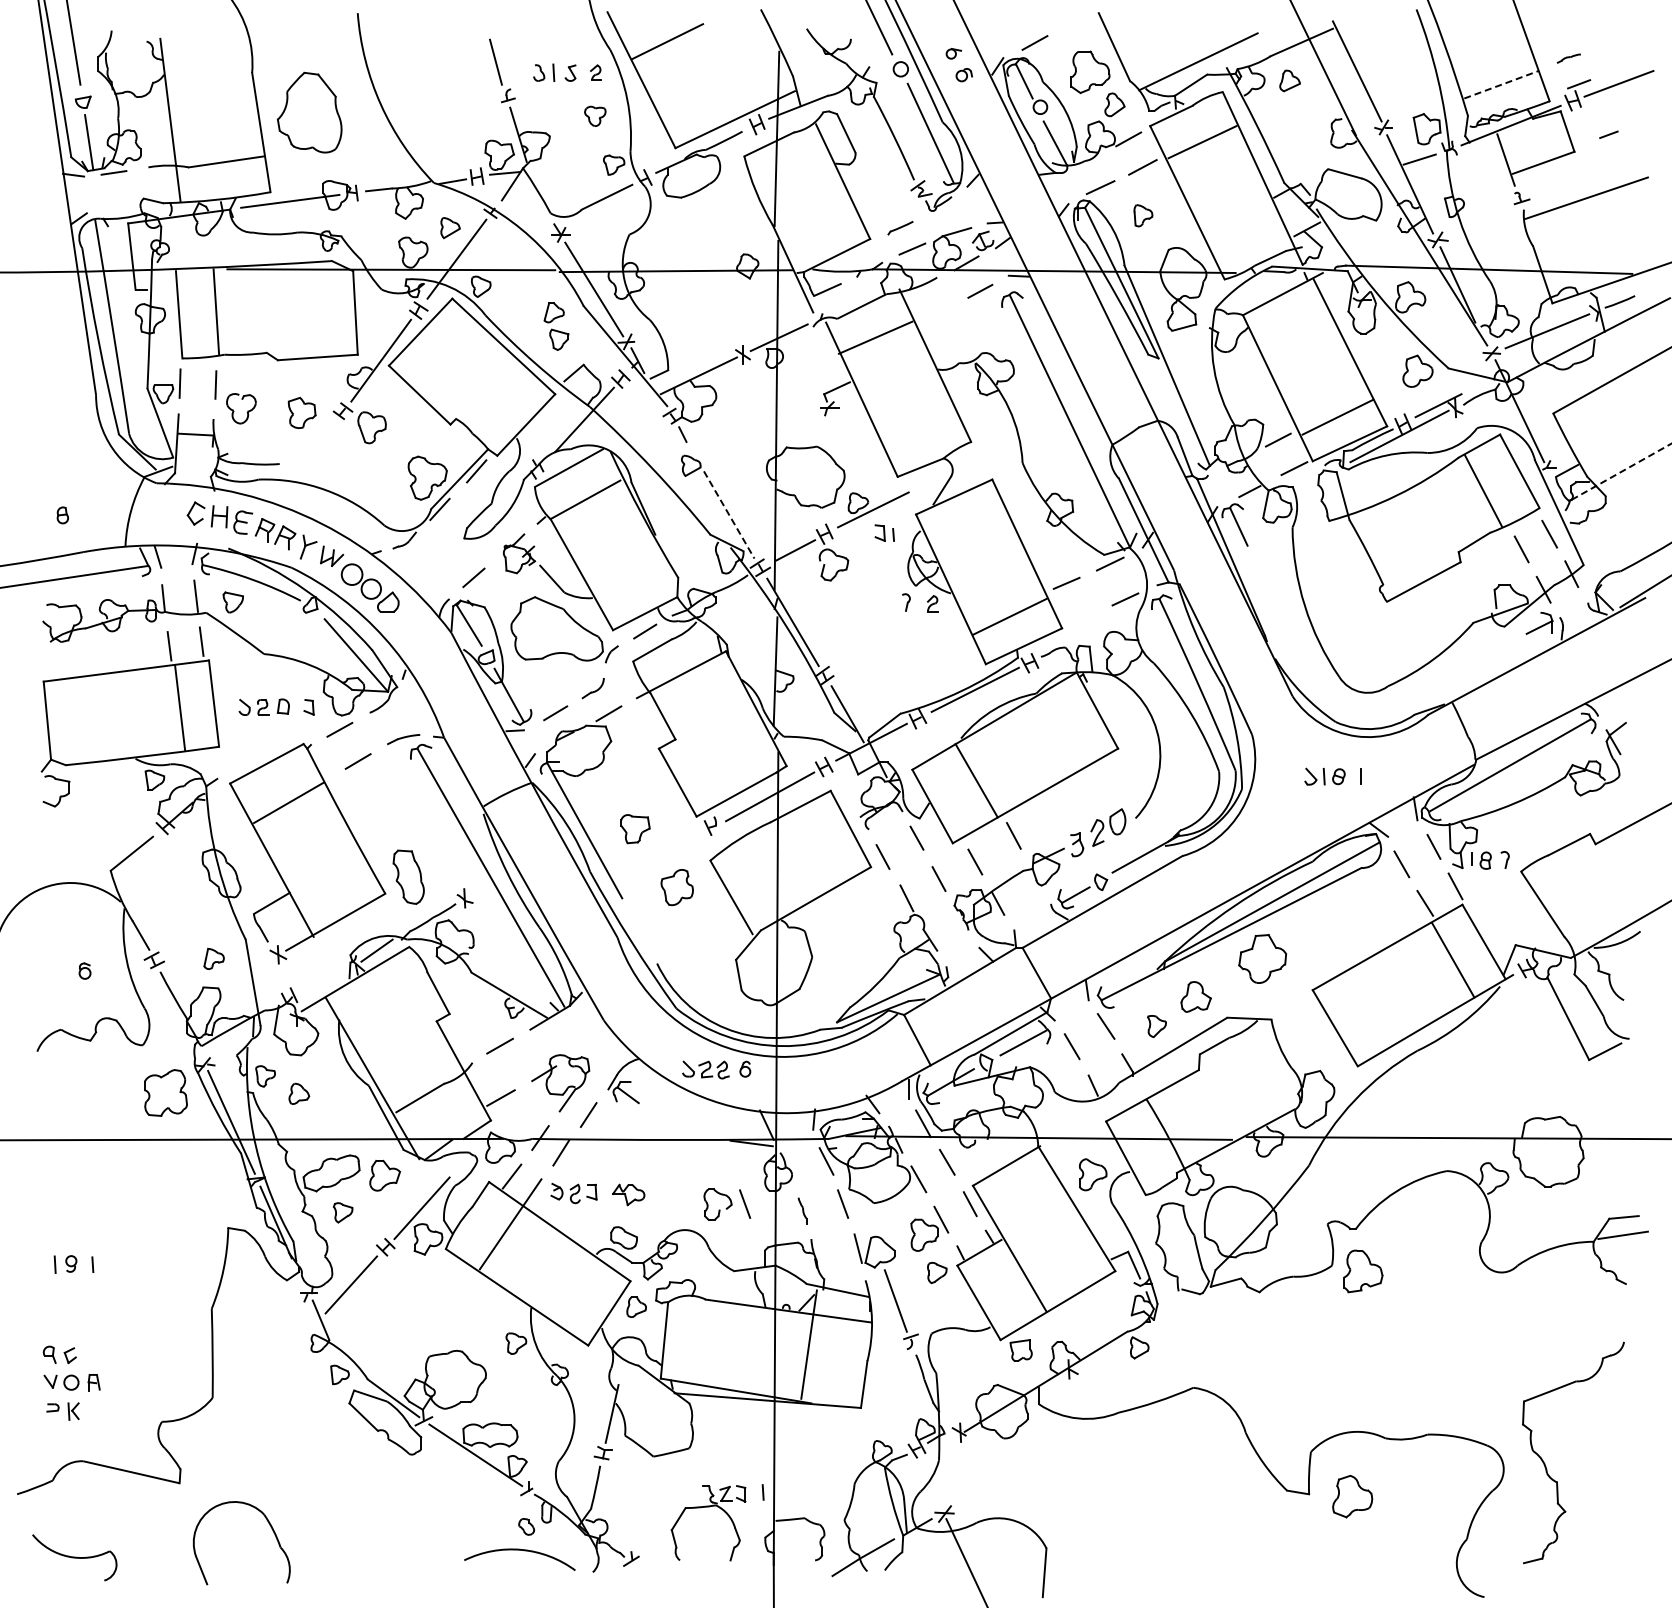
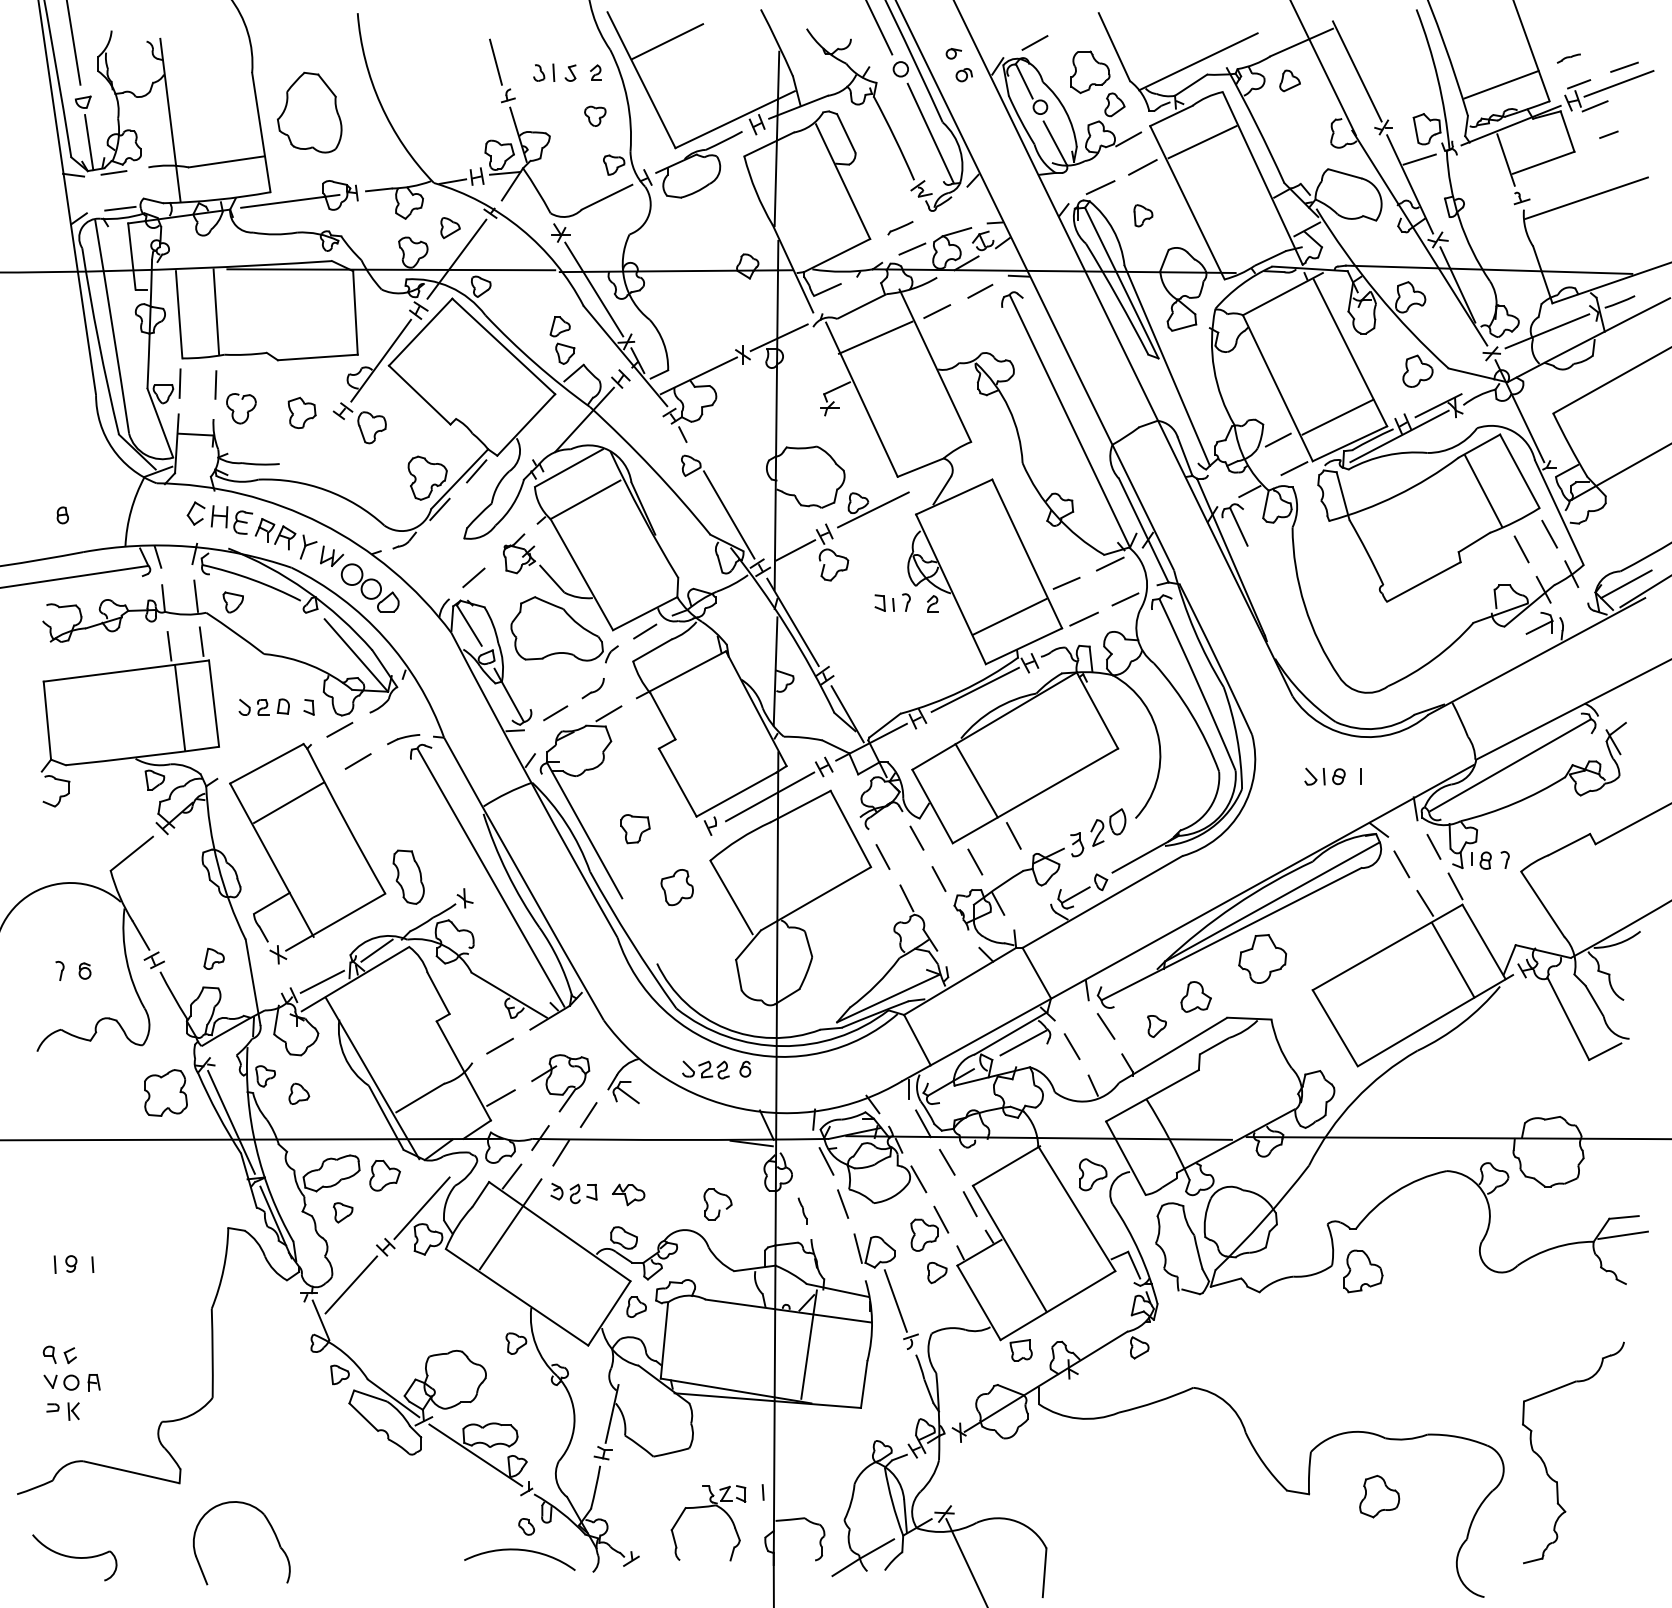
line at (1624, 66): none -> present
line at (1501, 84): dashed -> solid
line at (1594, 106): none -> present
line at (120, 208): none -> present
line at (937, 311): none -> present
part at (556, 326) position: (556, 326) -> (562, 340)
line at (1621, 471): dashed -> solid
line at (729, 515): dashed -> solid
part at (884, 532) position: (884, 532) -> (884, 602)
line at (1626, 584): none -> present
line at (1083, 618): none -> present
part at (59, 970): none -> present
line at (322, 981): none -> present
line at (745, 1203): present -> none
part at (1352, 1496) position: (1352, 1496) -> (1379, 1496)
